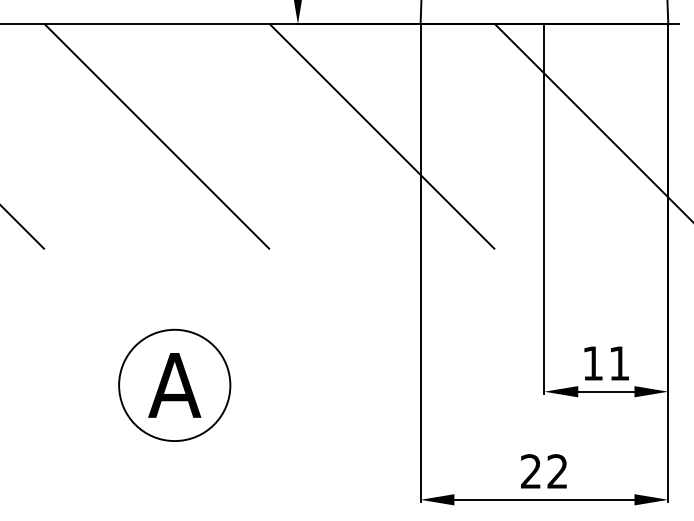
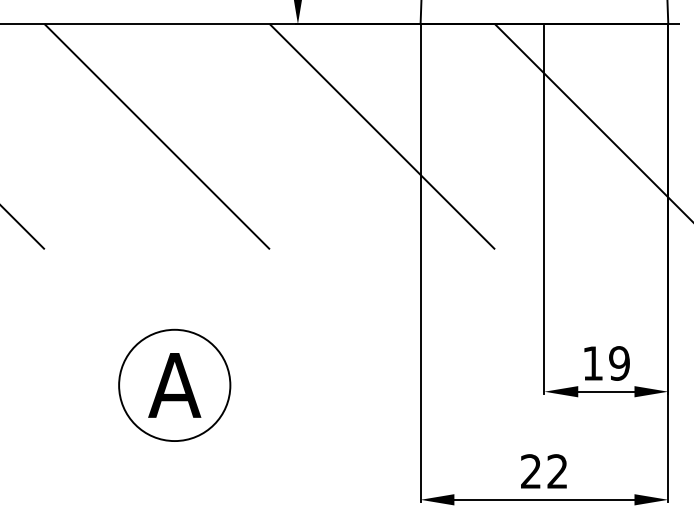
text at (619, 363): 11 -> 19
